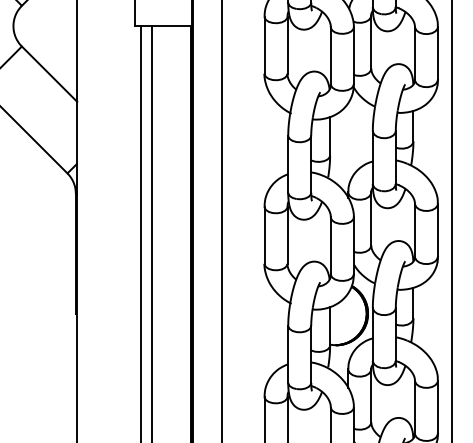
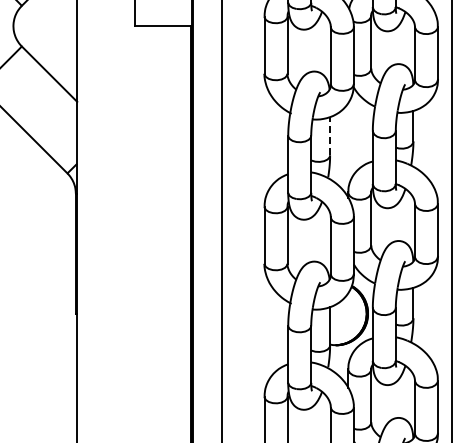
line at (330, 135): solid -> dashed
line at (140, 232): present -> none
line at (151, 232): present -> none
